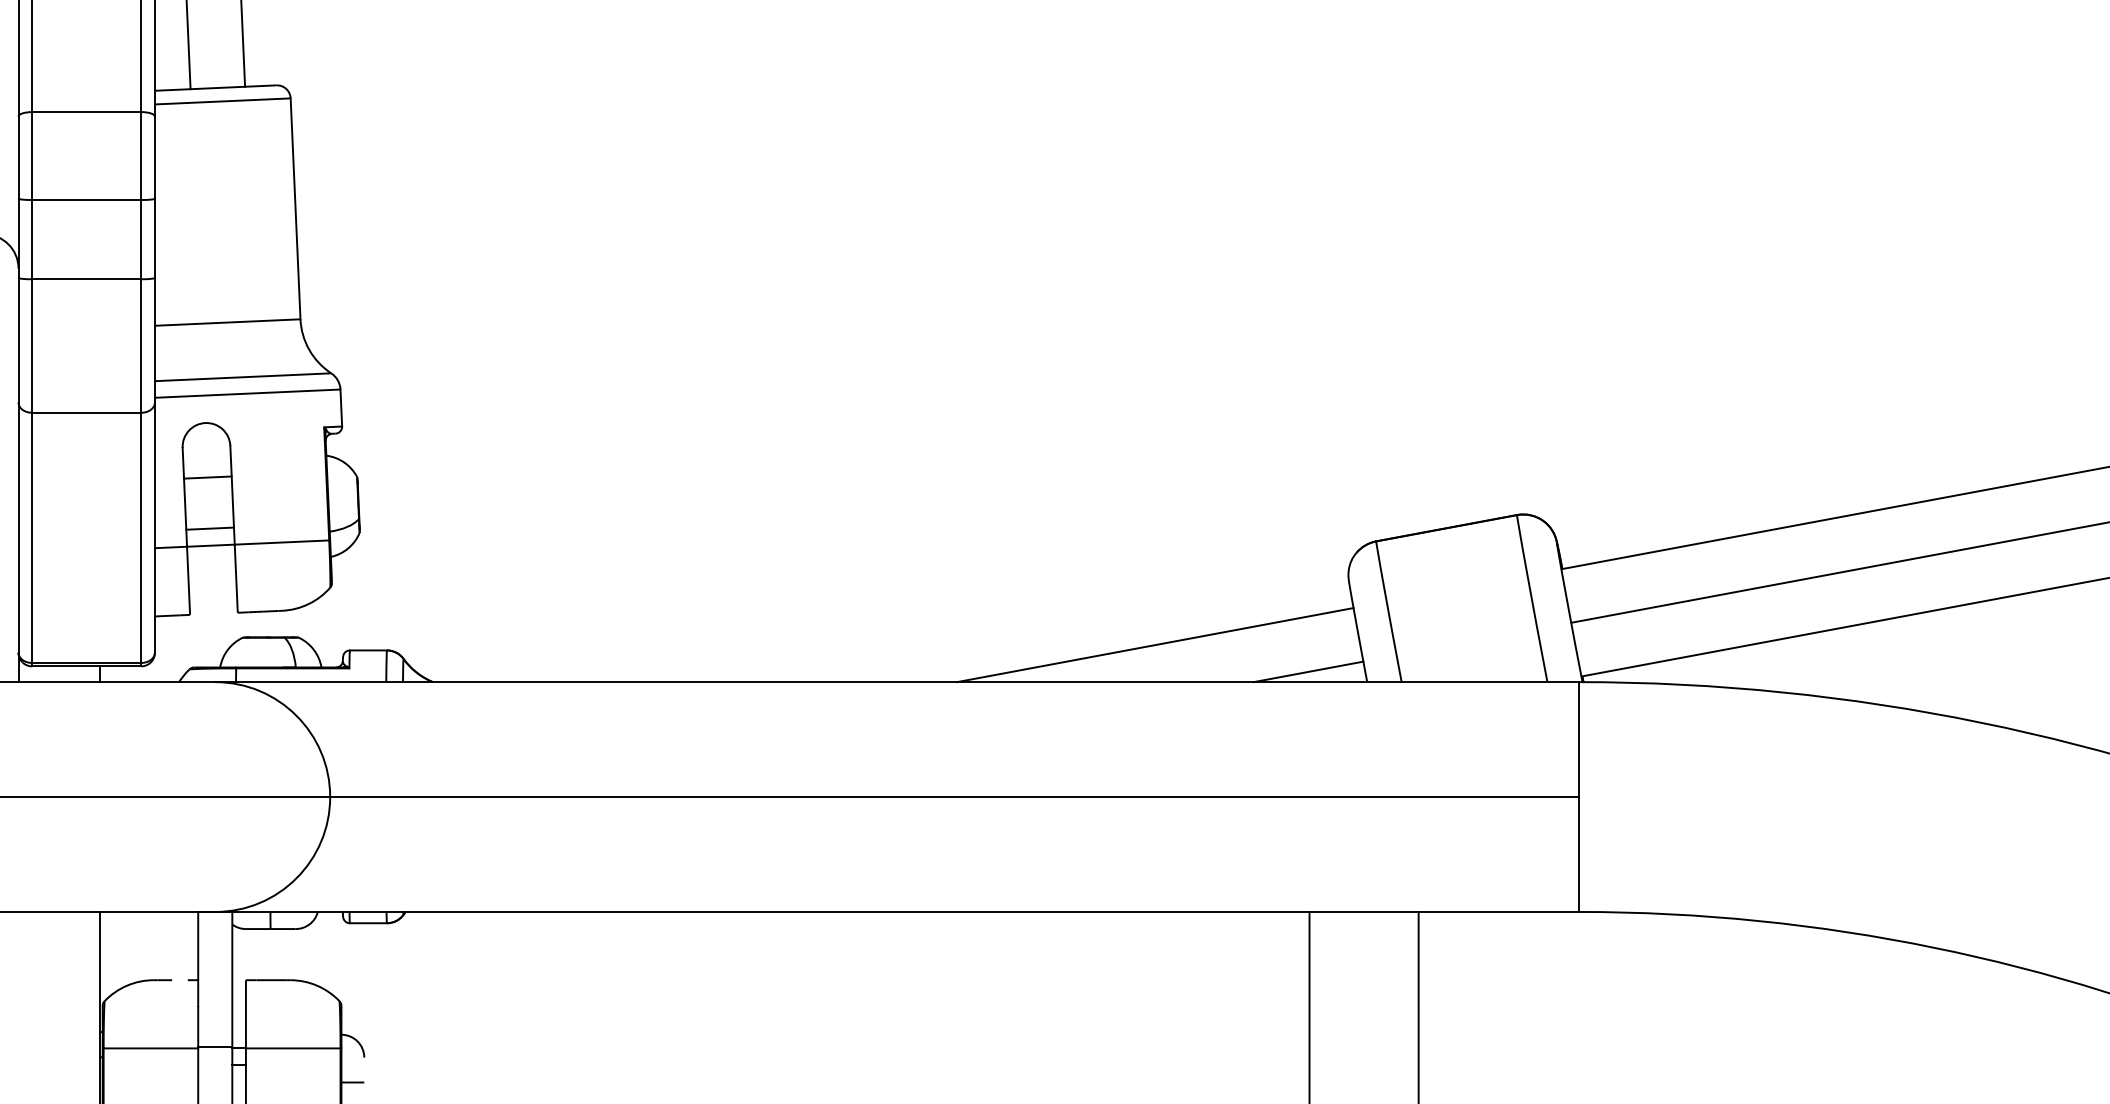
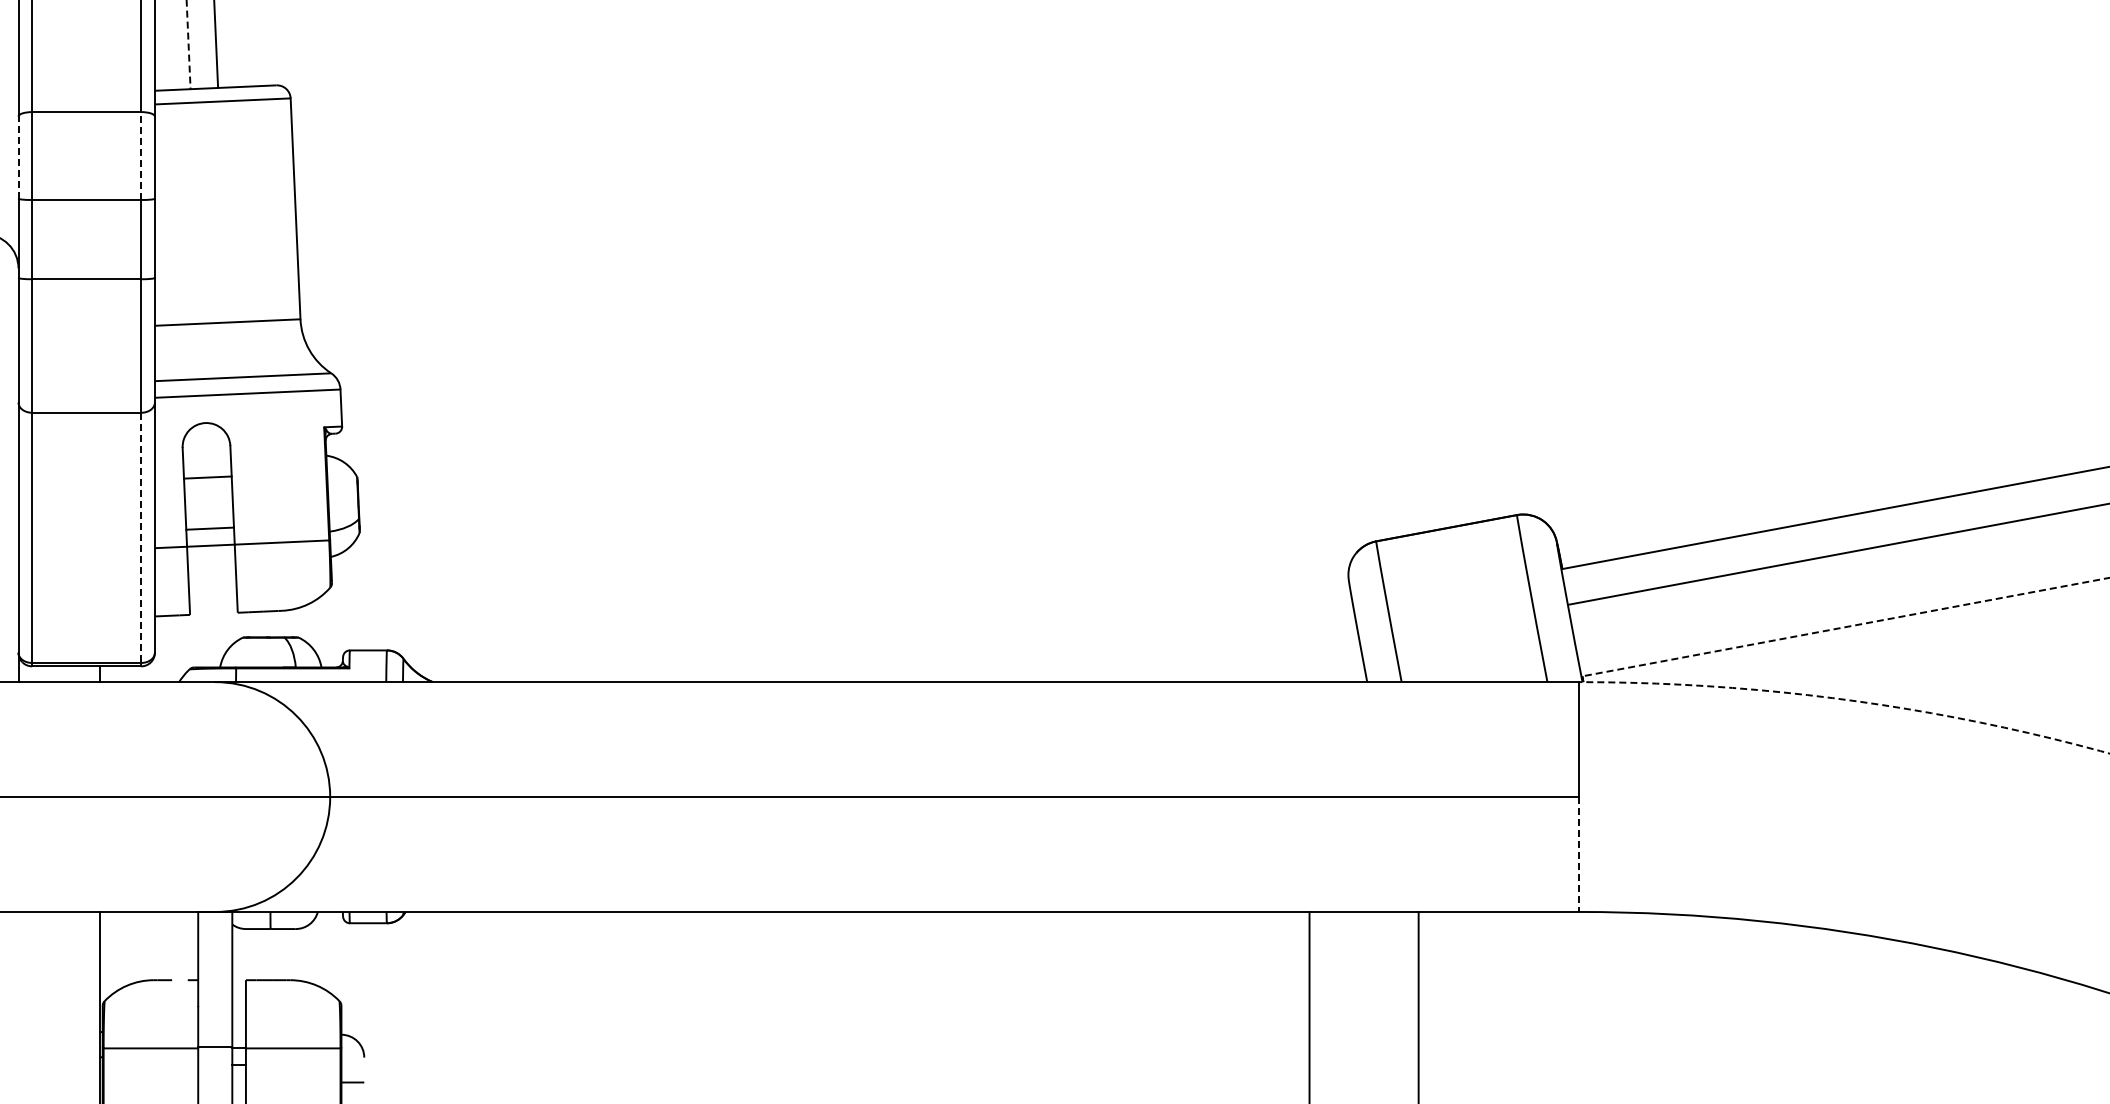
line at (243, 44) position: (243, 44) -> (216, 44)
line at (188, 45): solid -> dashed
line at (141, 156): solid -> dashed
line at (18, 157): solid -> dashed
line at (141, 538): solid -> dashed
line at (1838, 572) position: (1838, 572) -> (1837, 554)
line at (1845, 627): solid -> dashed
line at (1155, 645): present -> none
line at (1308, 671): present -> none
arc at (1846, 700): solid -> dashed
line at (1579, 855): solid -> dashed
